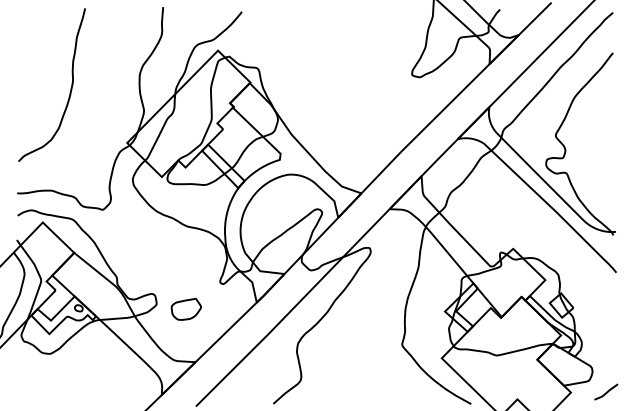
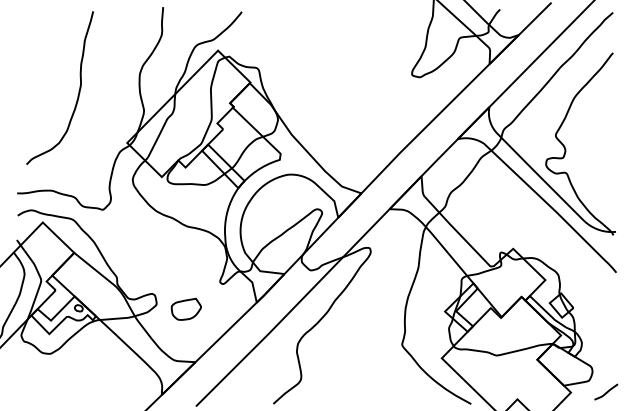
curve at (70, 87) position: (70, 87) -> (78, 90)
